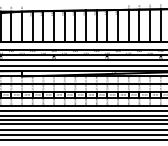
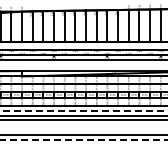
line at (83, 65): present -> none
line at (84, 111): solid -> dashed
line at (83, 124): present -> none
line at (83, 129): present -> none
line at (84, 140): solid -> dashed
